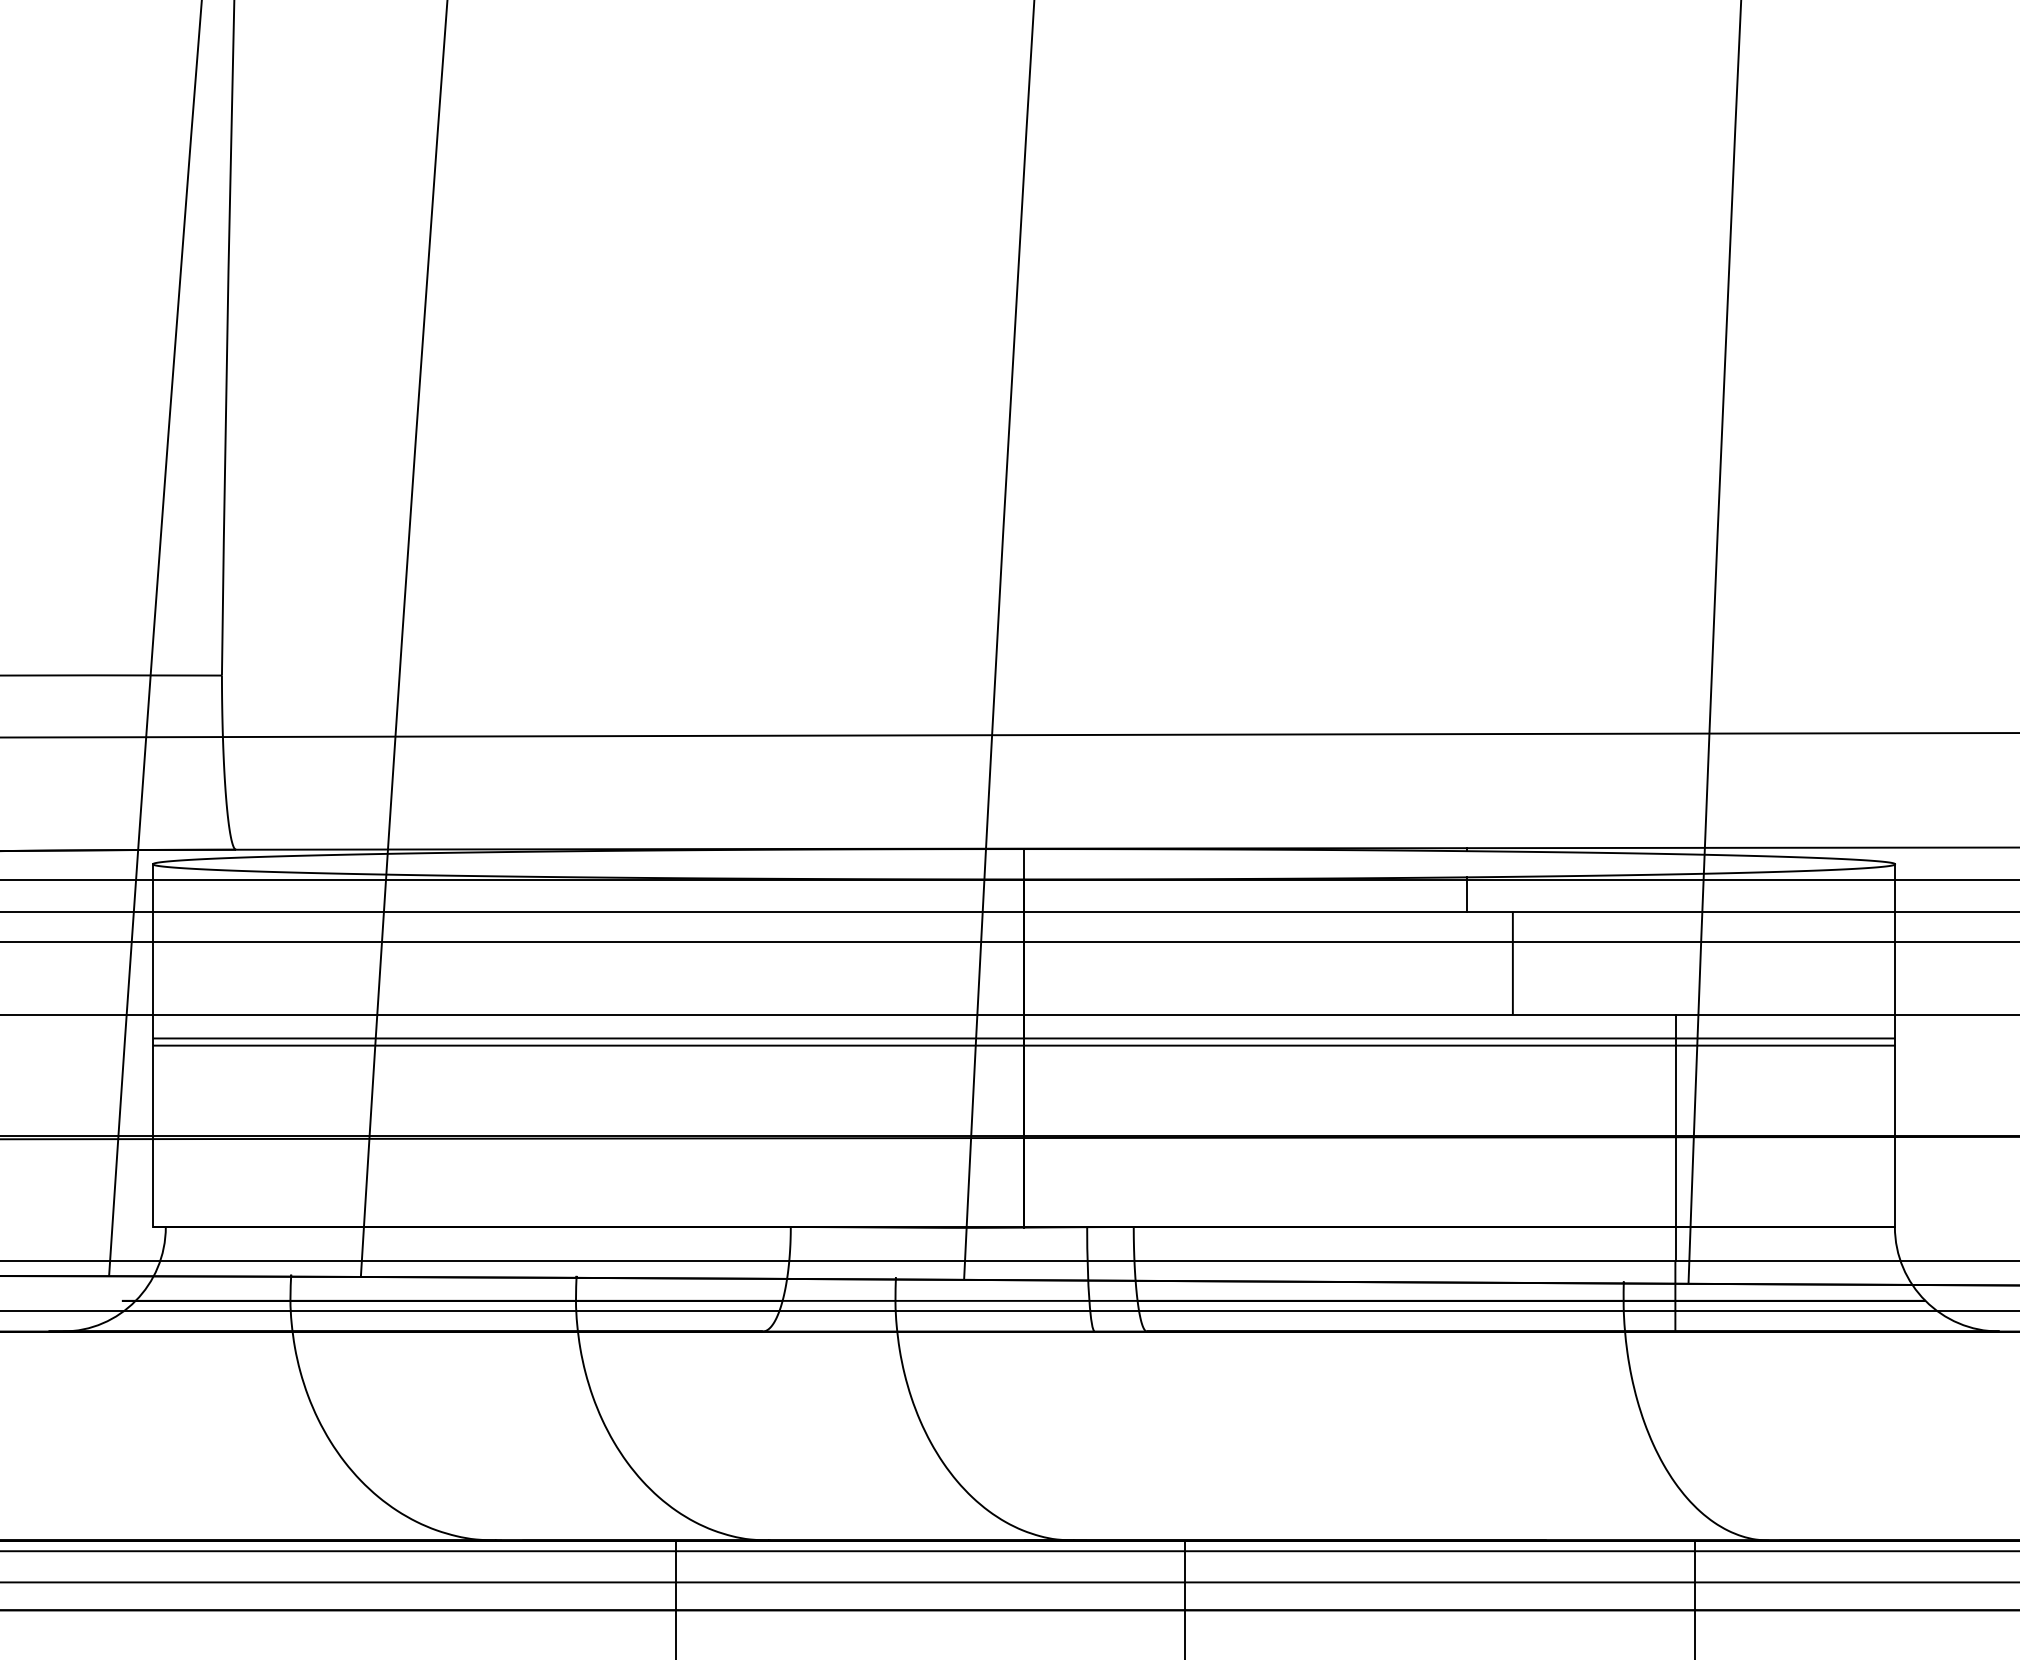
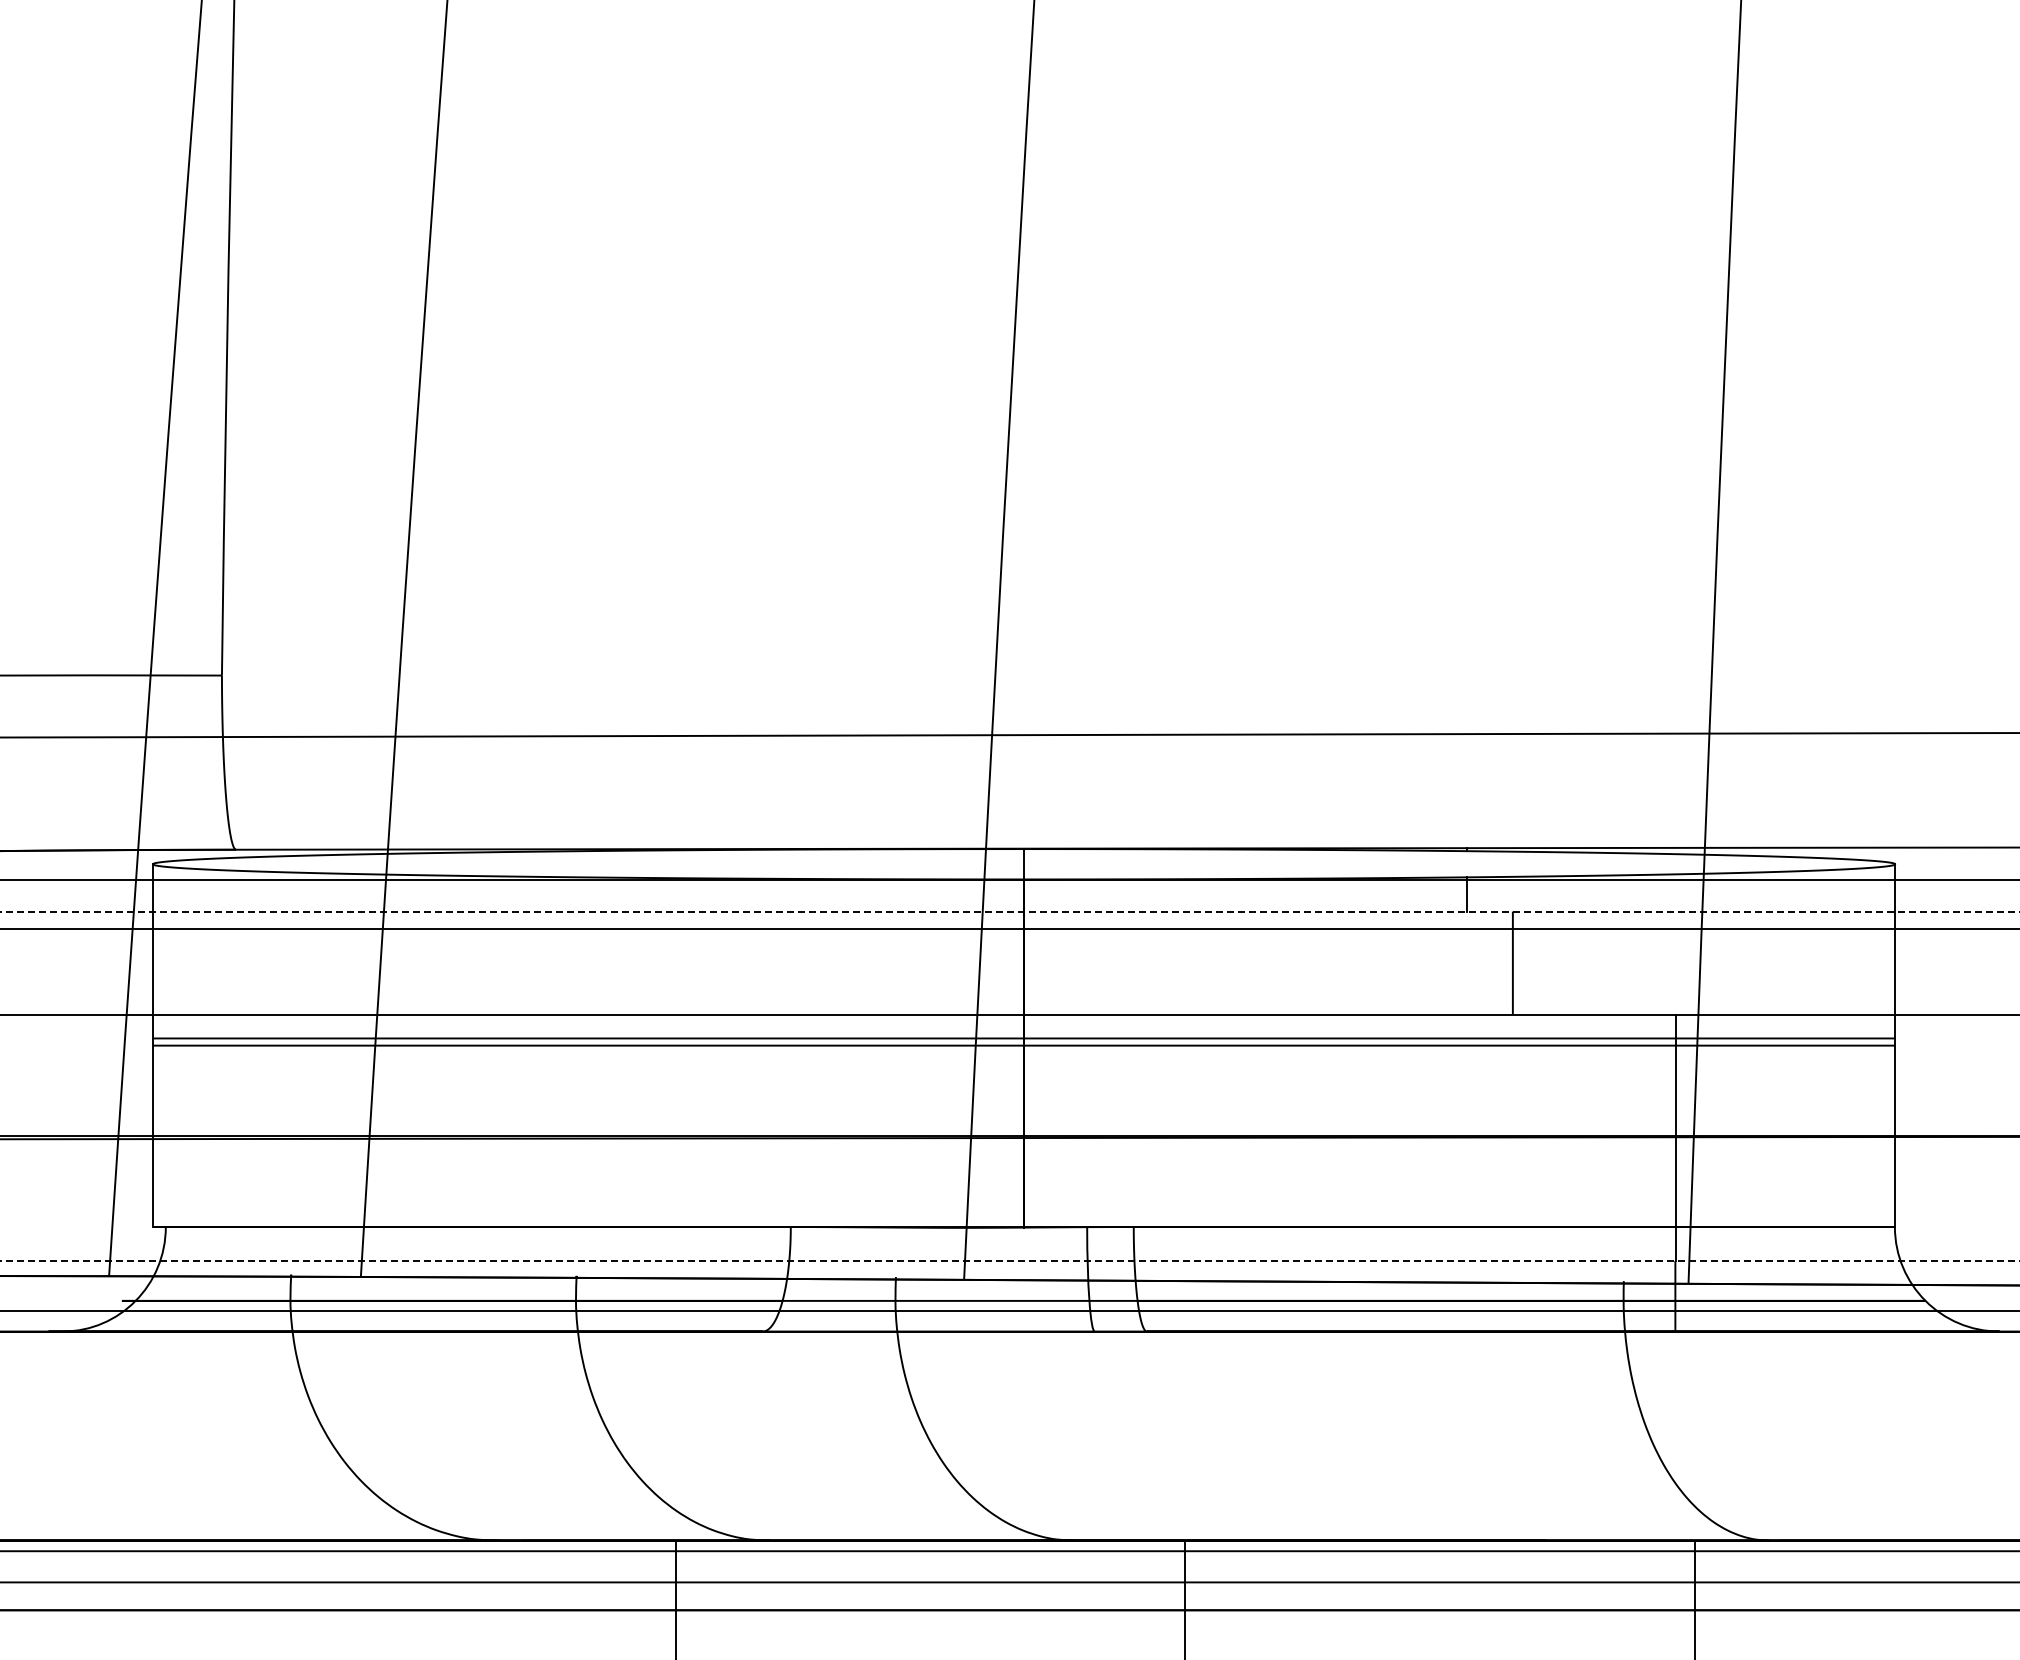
line at (1010, 911): solid -> dashed
line at (1009, 942) position: (1009, 942) -> (1009, 929)
line at (1010, 1261): solid -> dashed
